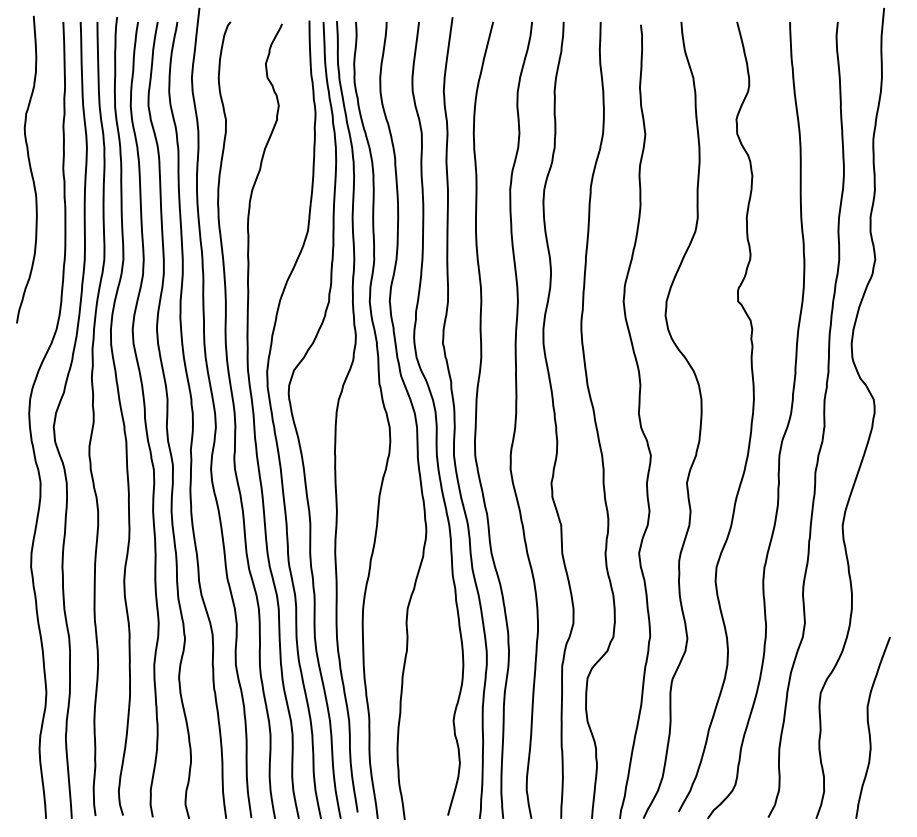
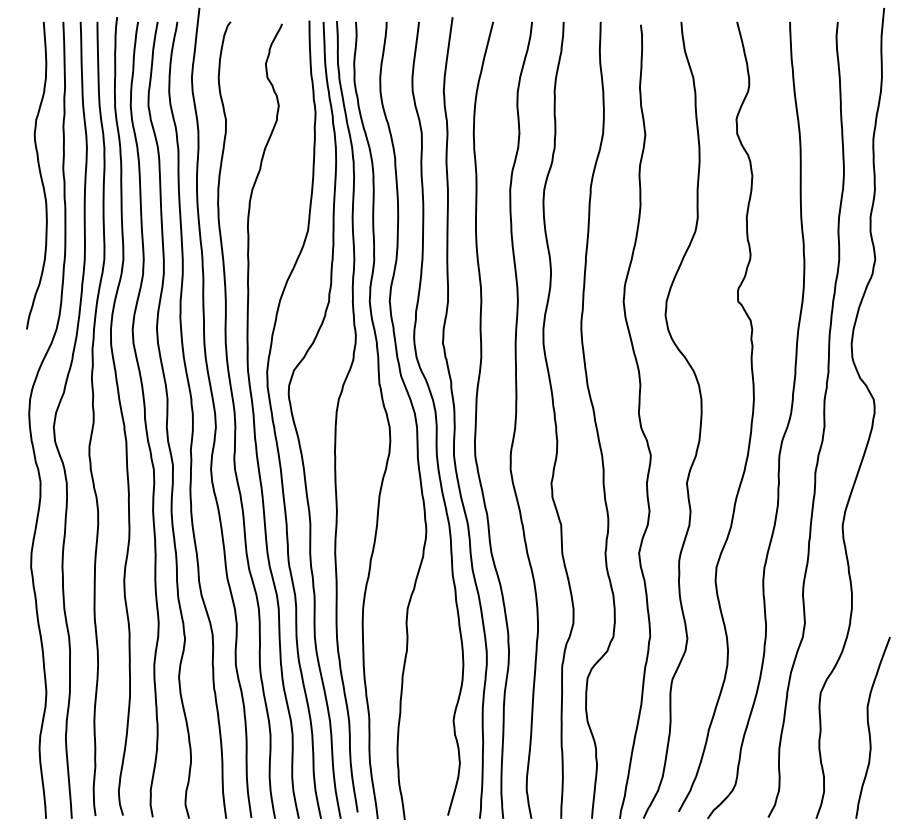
curve at (29, 168) position: (29, 168) -> (39, 174)
